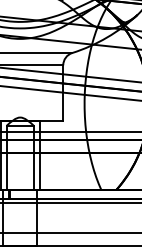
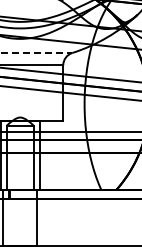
line at (36, 53): solid -> dashed
line at (70, 202): present -> none
line at (70, 233): present -> none
